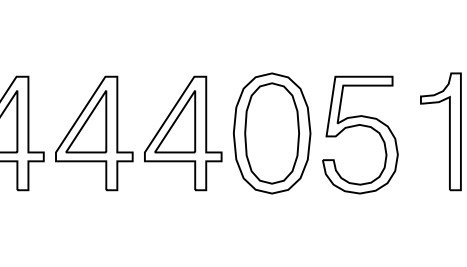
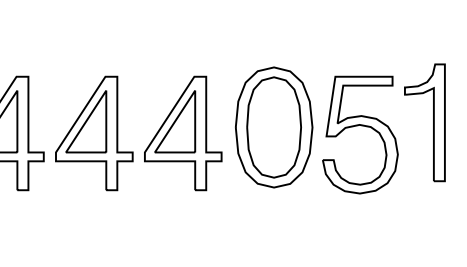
part at (449, 131) position: (449, 131) -> (433, 122)
part at (272, 133) position: (272, 133) -> (274, 127)
